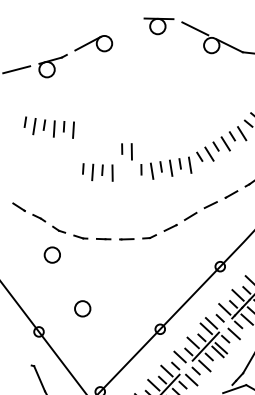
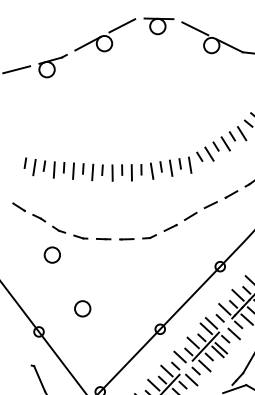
line at (122, 25): none -> present
part at (48, 127) position: (48, 127) -> (48, 168)
part at (126, 151) position: (126, 151) -> (126, 172)
